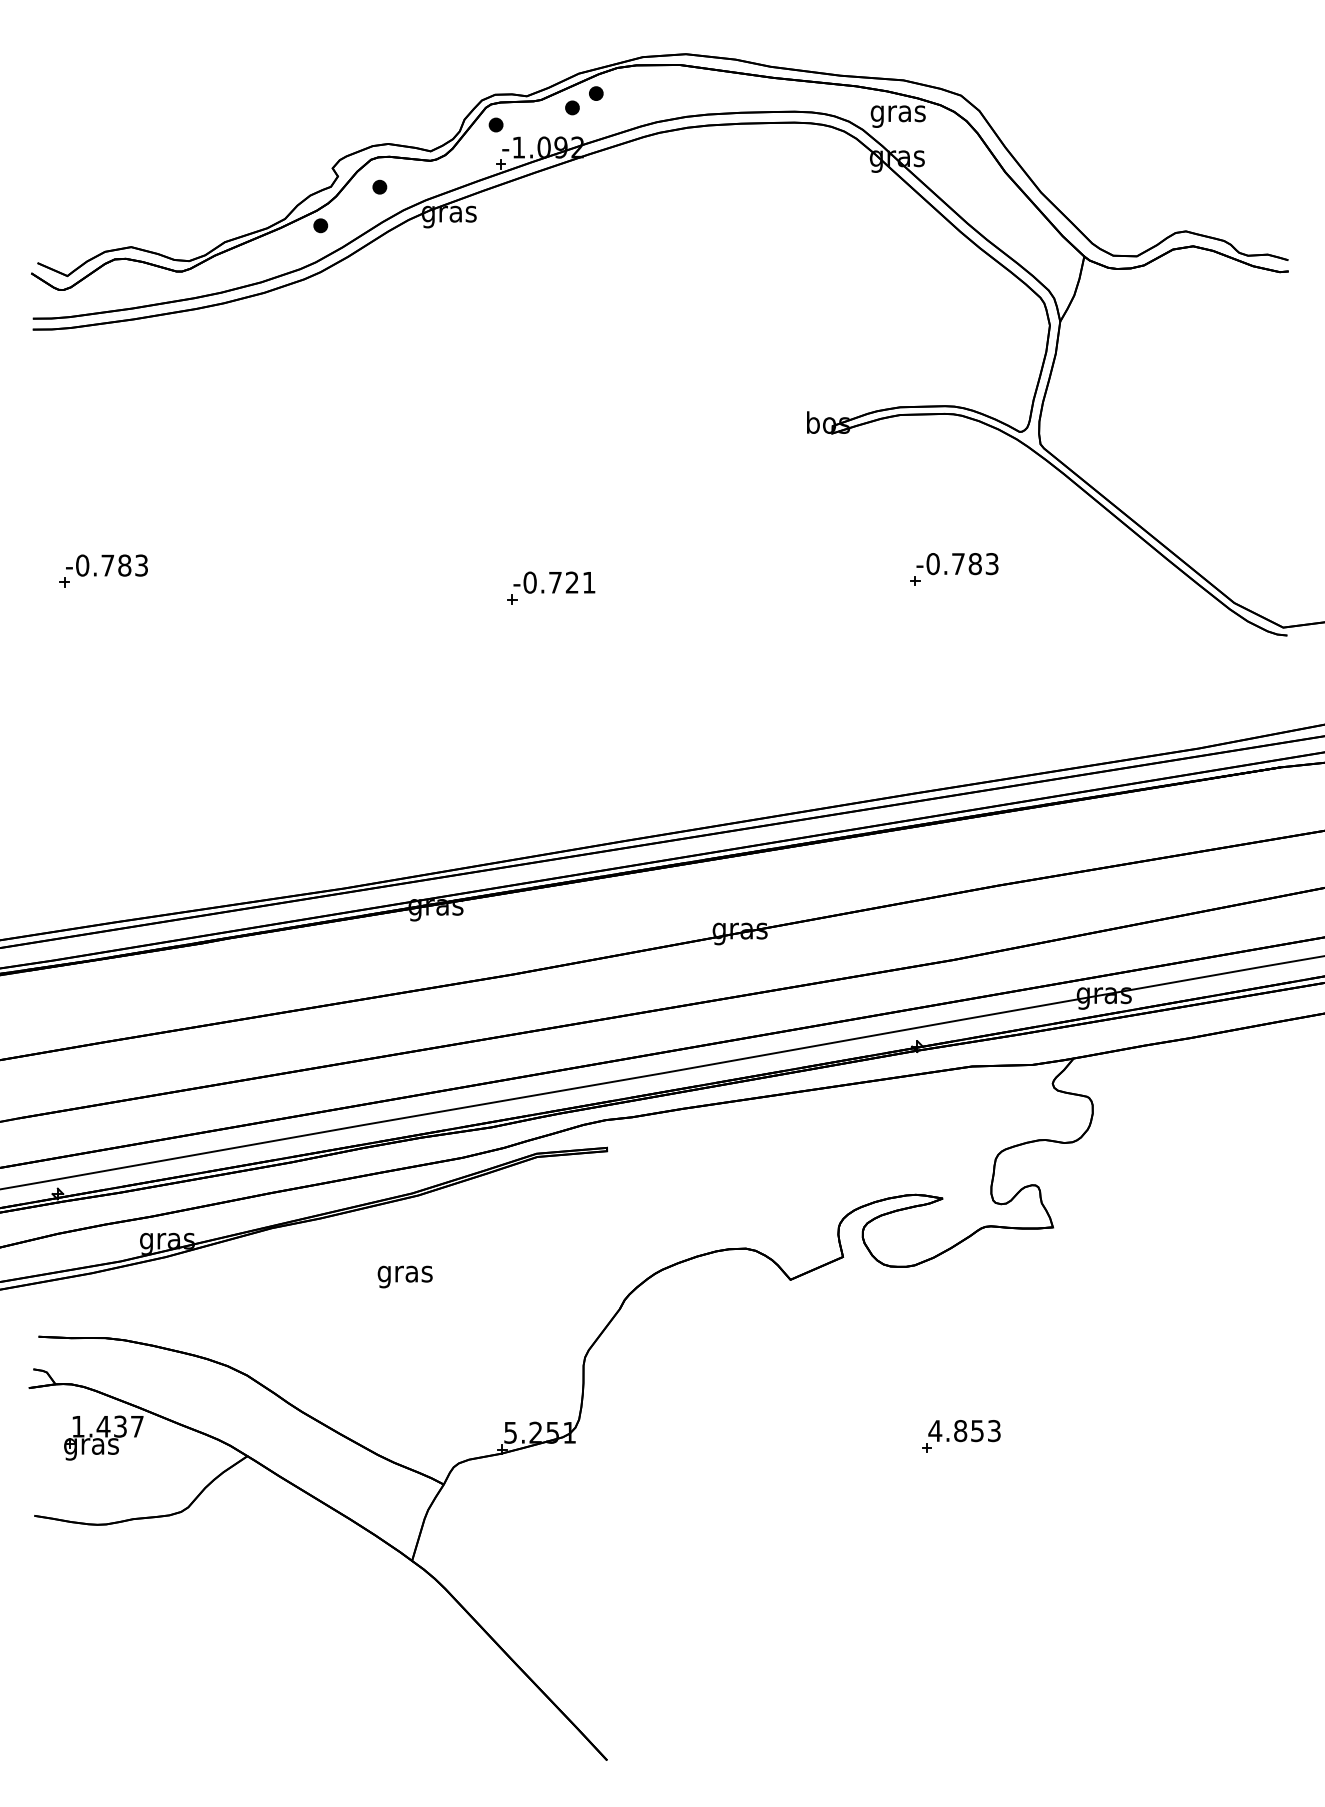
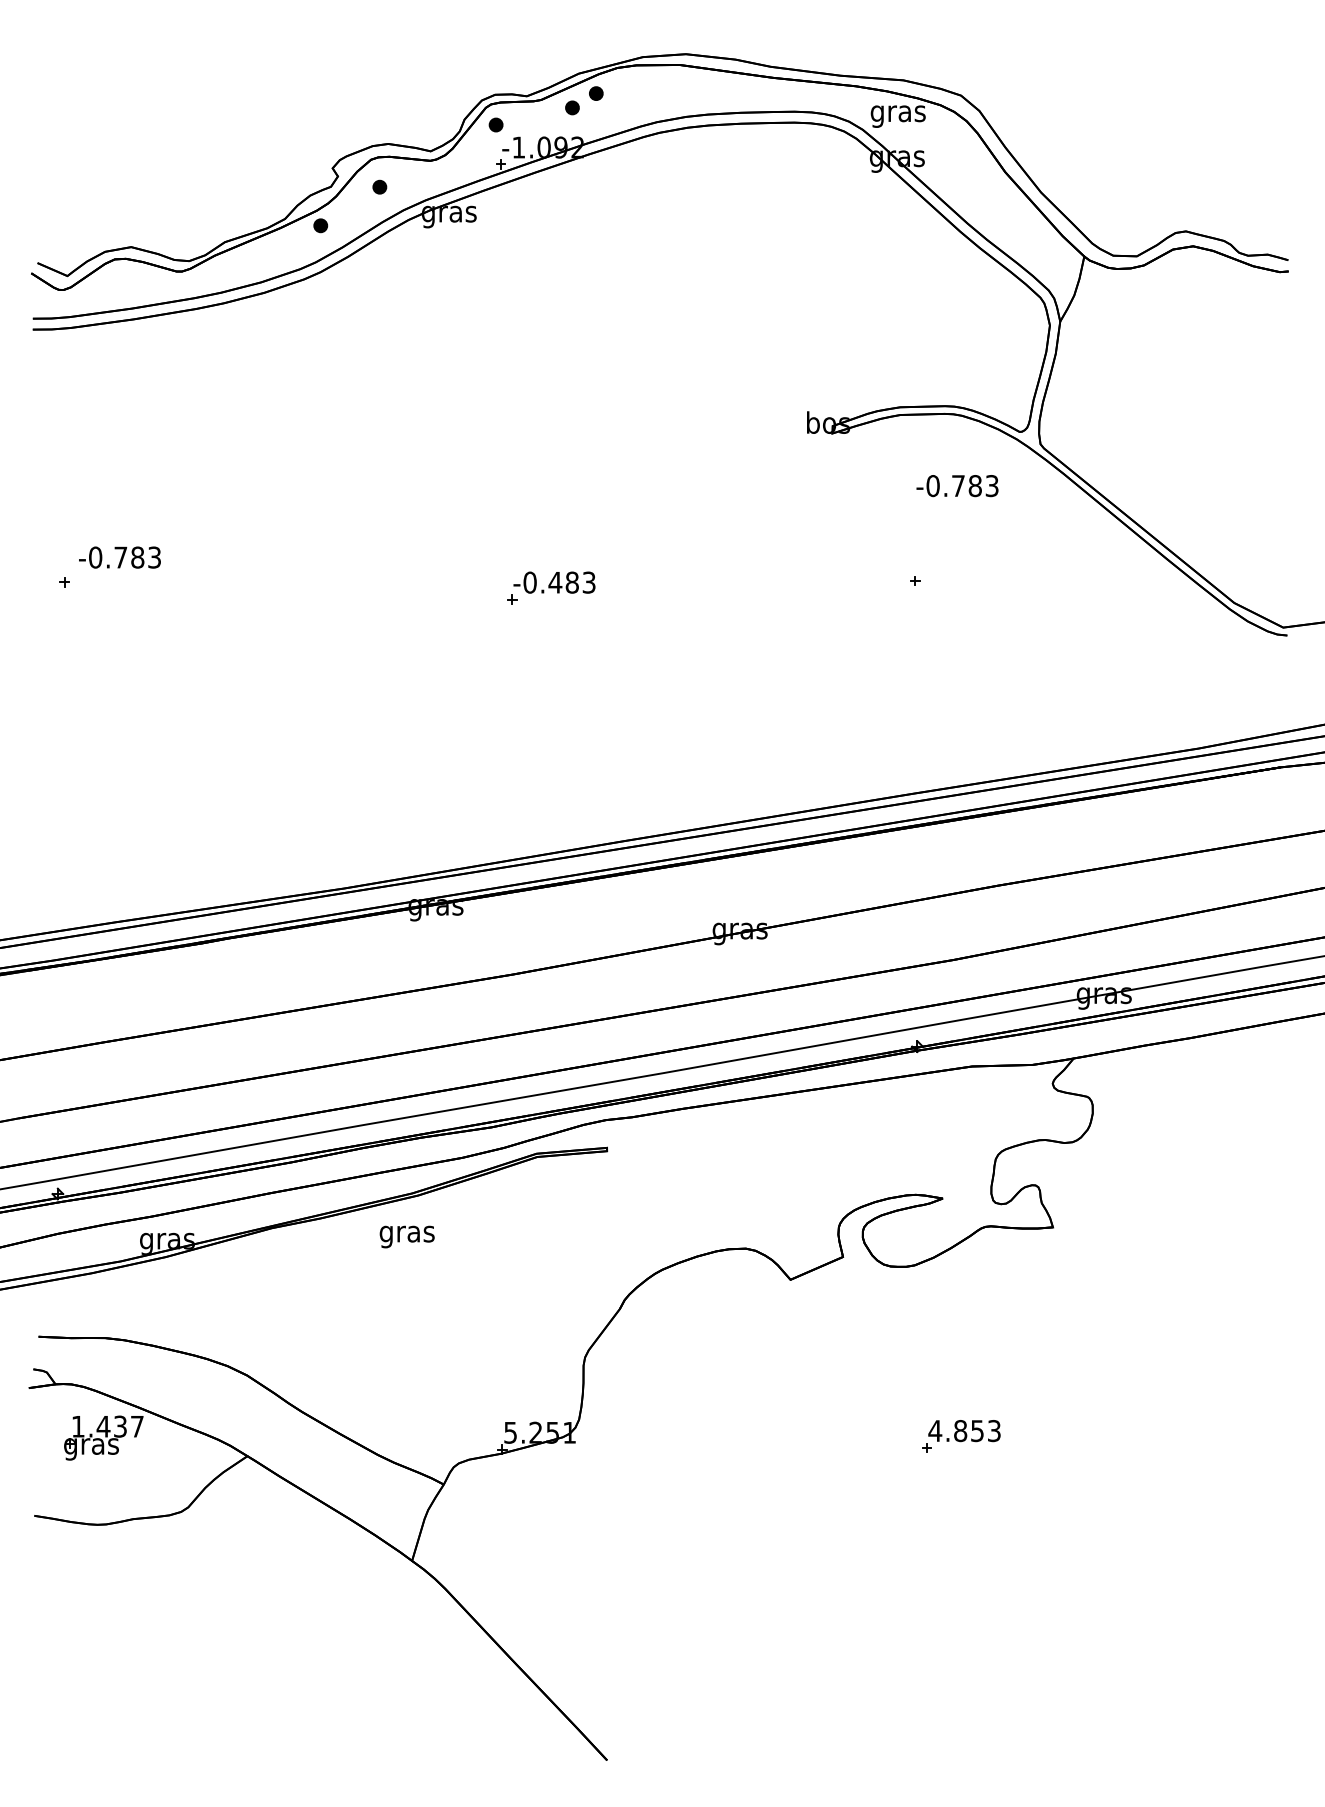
text at (957, 564) position: (957, 564) -> (957, 486)
text at (106, 565) position: (106, 565) -> (119, 557)
text at (571, 582): -0.721 -> -0.483
text at (404, 1276) position: (404, 1276) -> (406, 1236)
